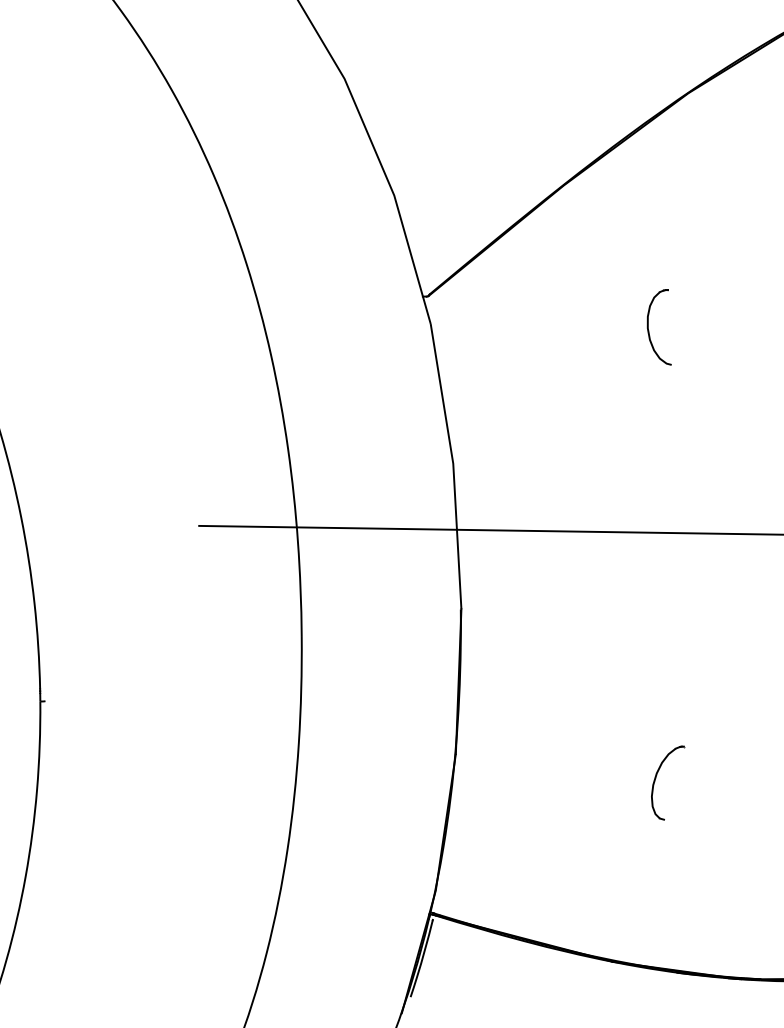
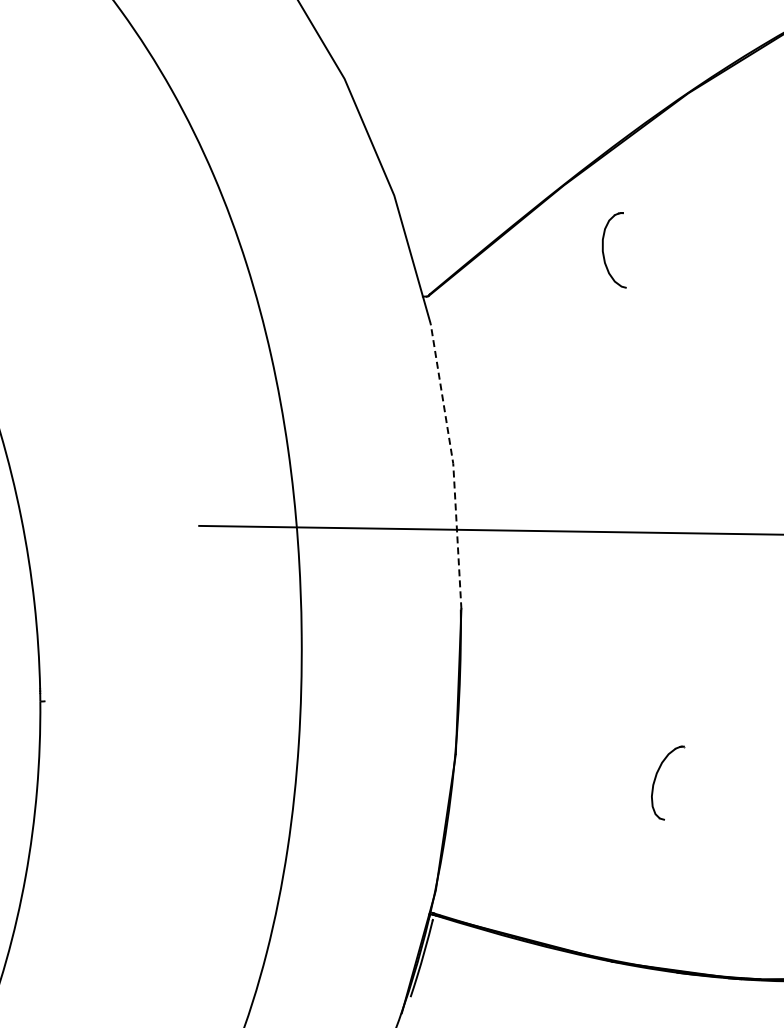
part at (649, 330) position: (649, 330) -> (604, 253)
line at (453, 464): solid -> dashed
